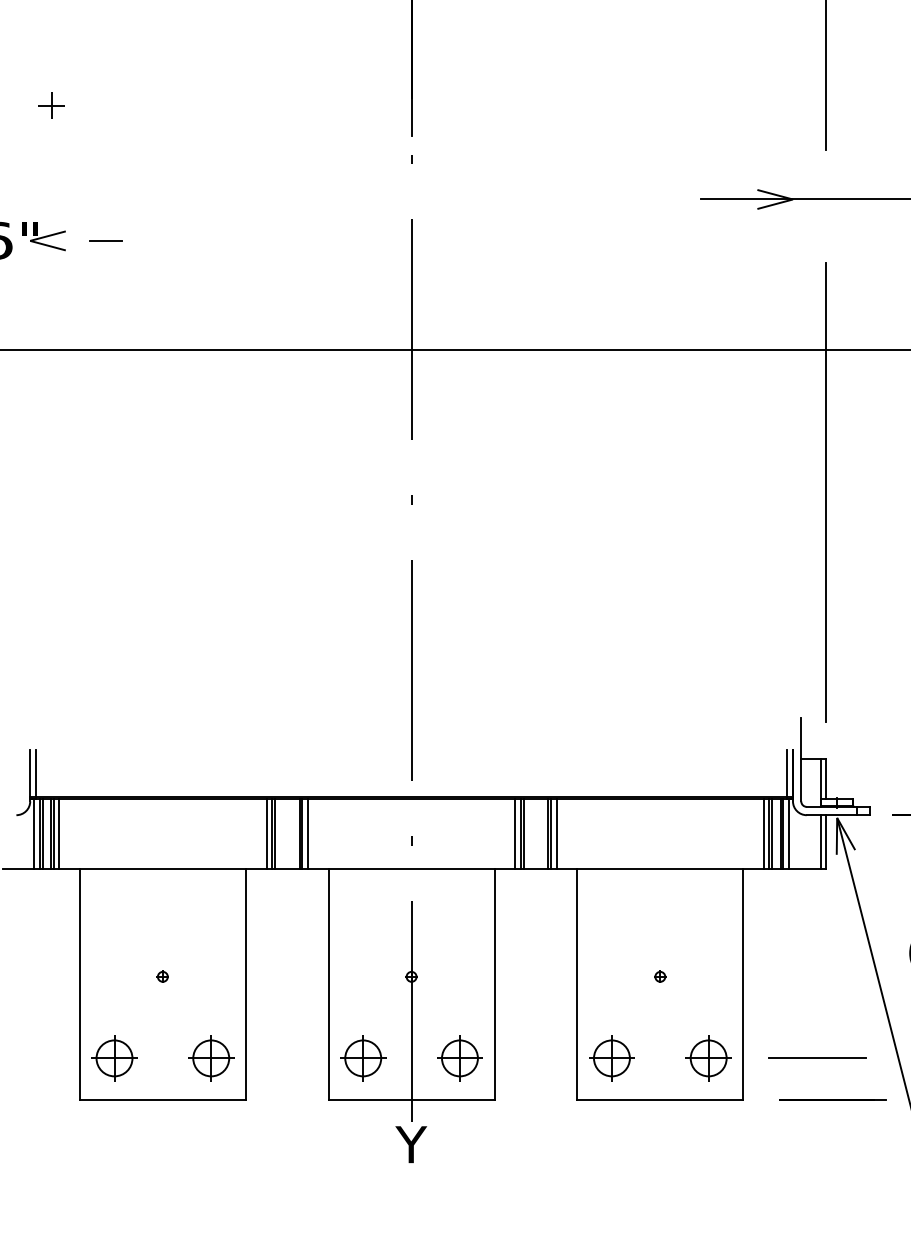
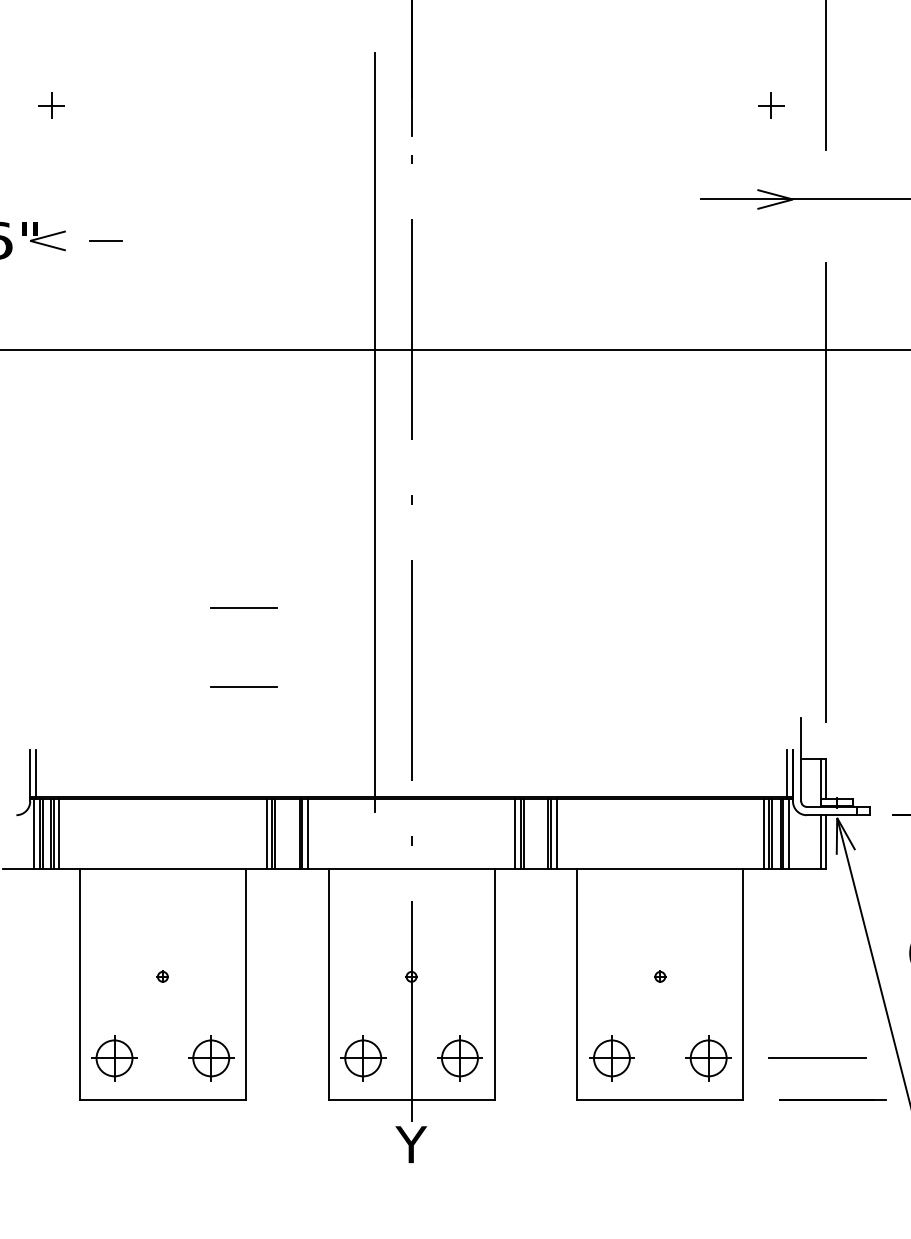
part at (771, 105): none -> present
line at (375, 432): none -> present
line at (244, 607): none -> present
line at (244, 687): none -> present
